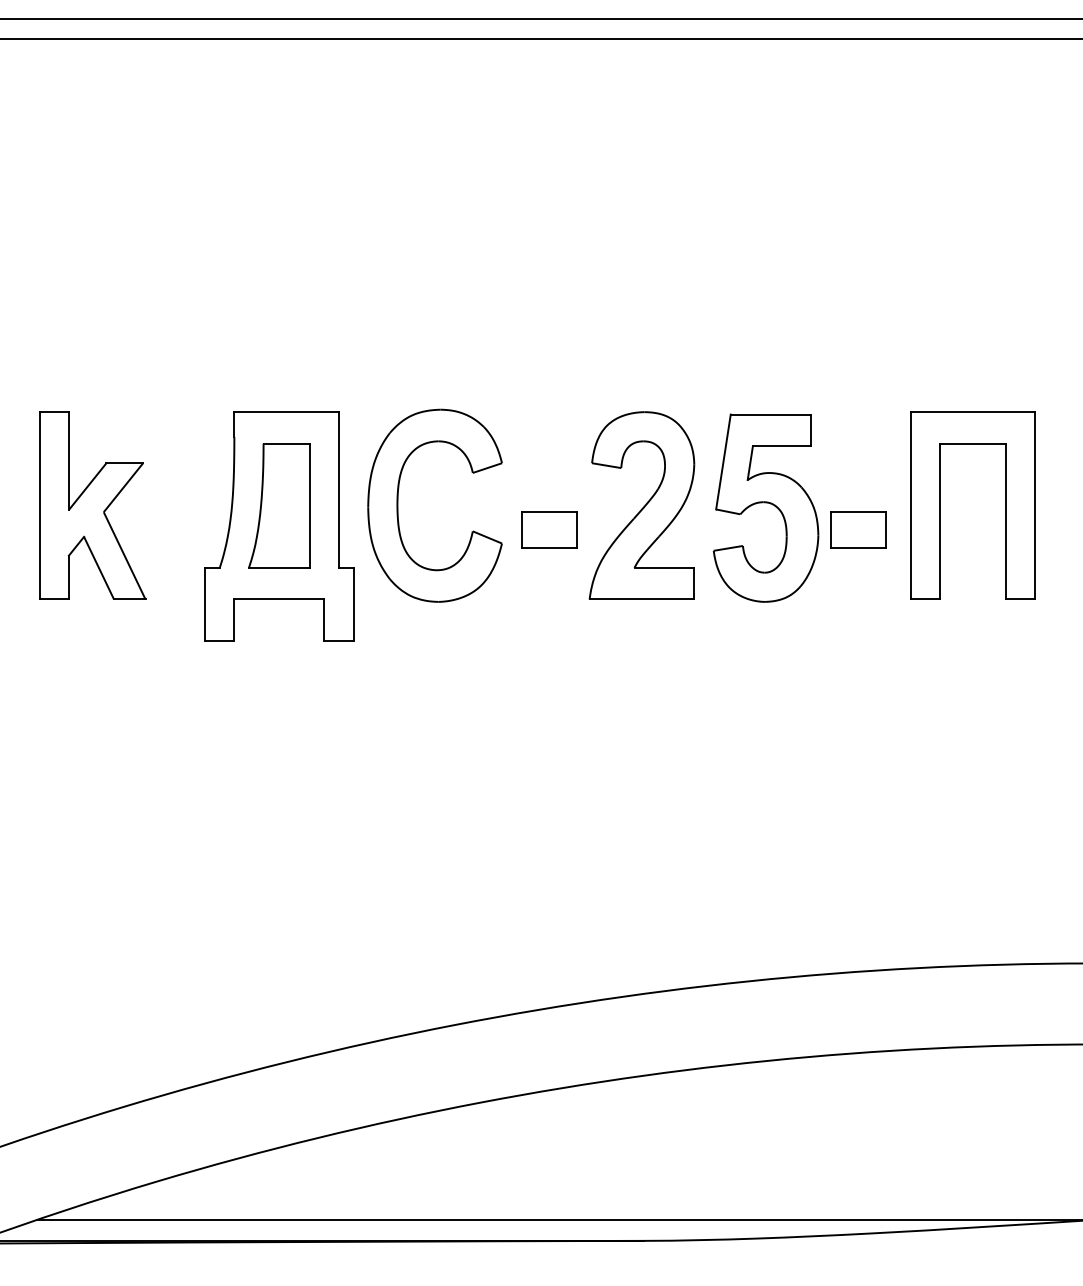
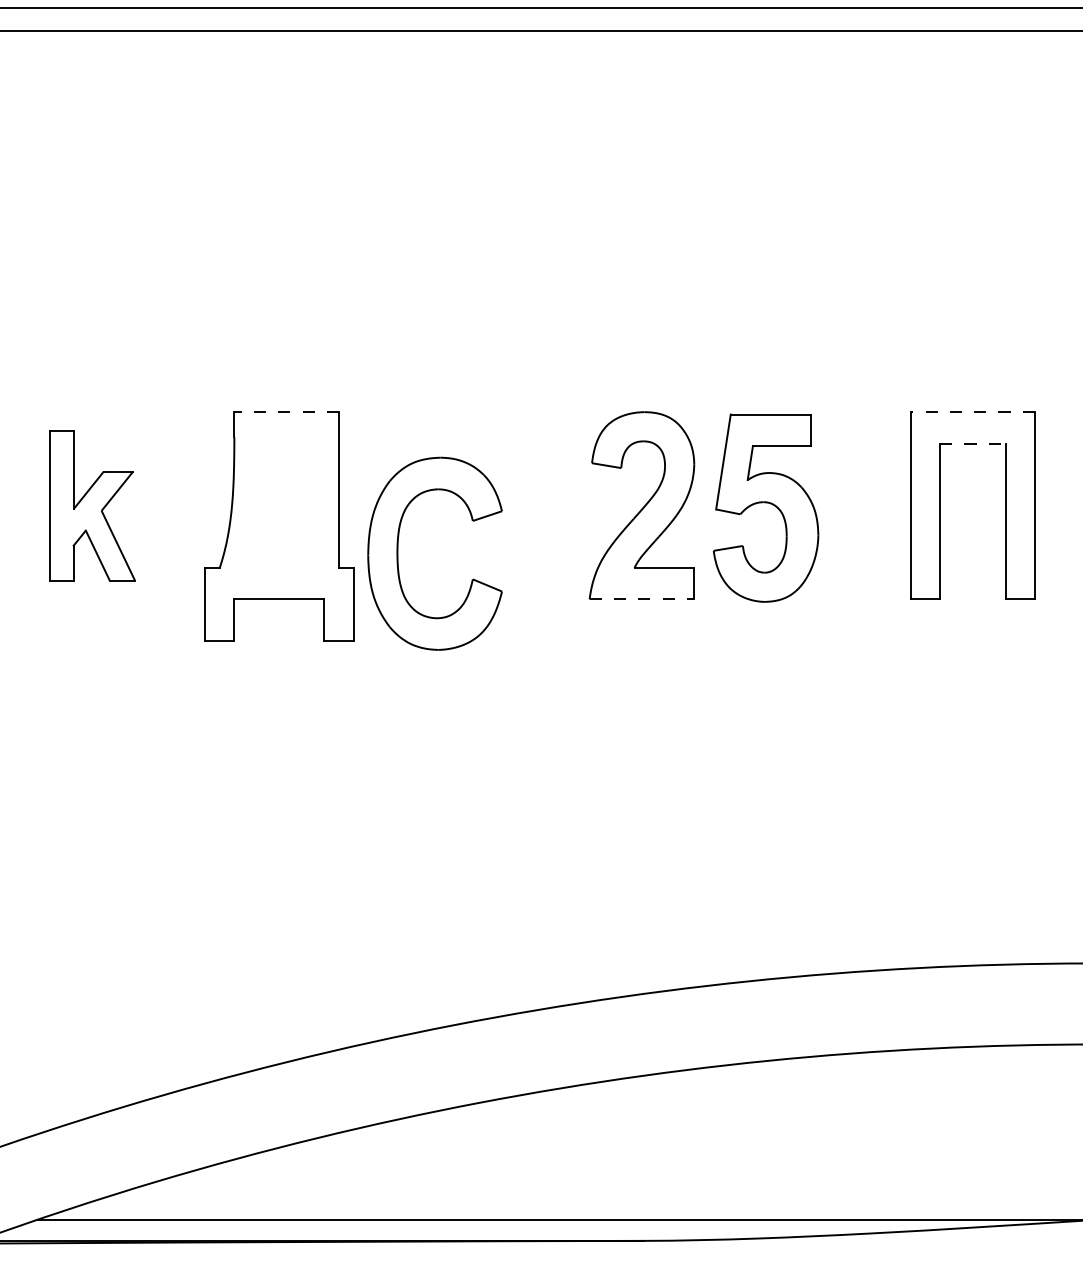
line at (540, 19) position: (540, 19) -> (540, 8)
line at (540, 38) position: (540, 38) -> (540, 30)
line at (286, 412): solid -> dashed
line at (972, 412): solid -> dashed
line at (972, 443): solid -> dashed
part at (92, 505) size: 108x189 px -> 87x152 px
part at (279, 505): present -> none
part at (398, 505) position: (398, 505) -> (398, 553)
part at (549, 529): present -> none
part at (858, 529): present -> none
line at (642, 599): solid -> dashed
